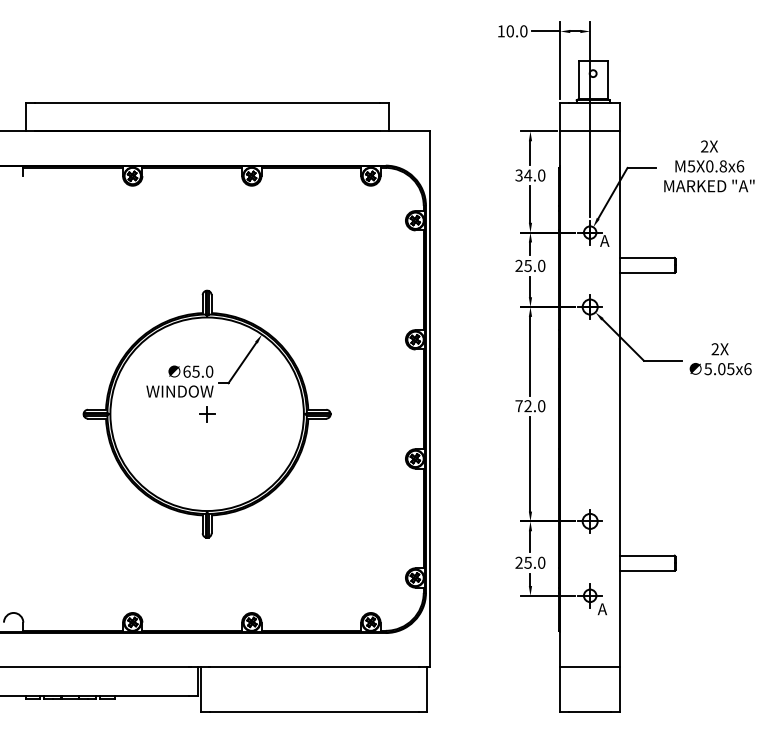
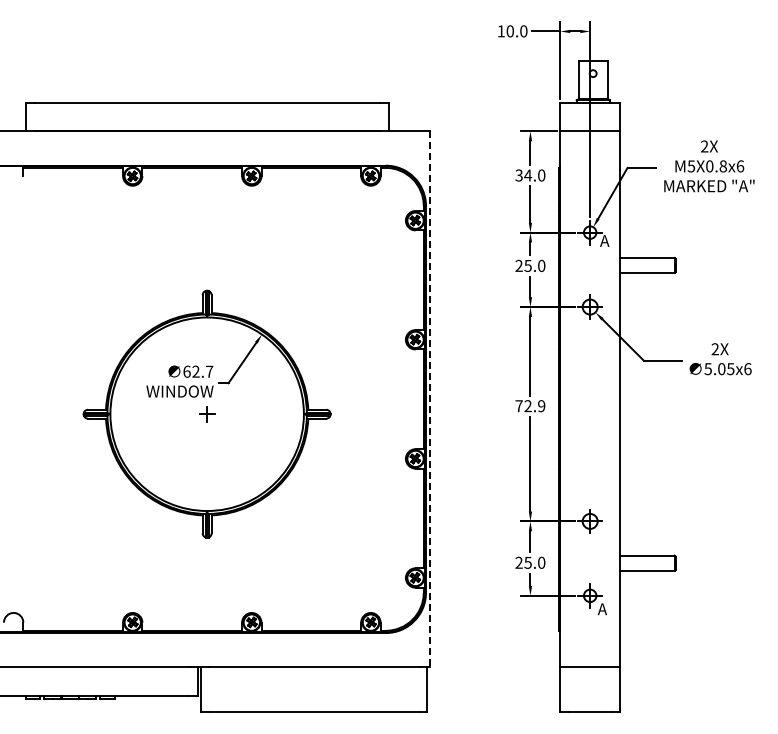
text at (202, 371): 65.0 -> 62.7
line at (430, 399): solid -> dashed
text at (541, 406): 72.0 -> 72.9
